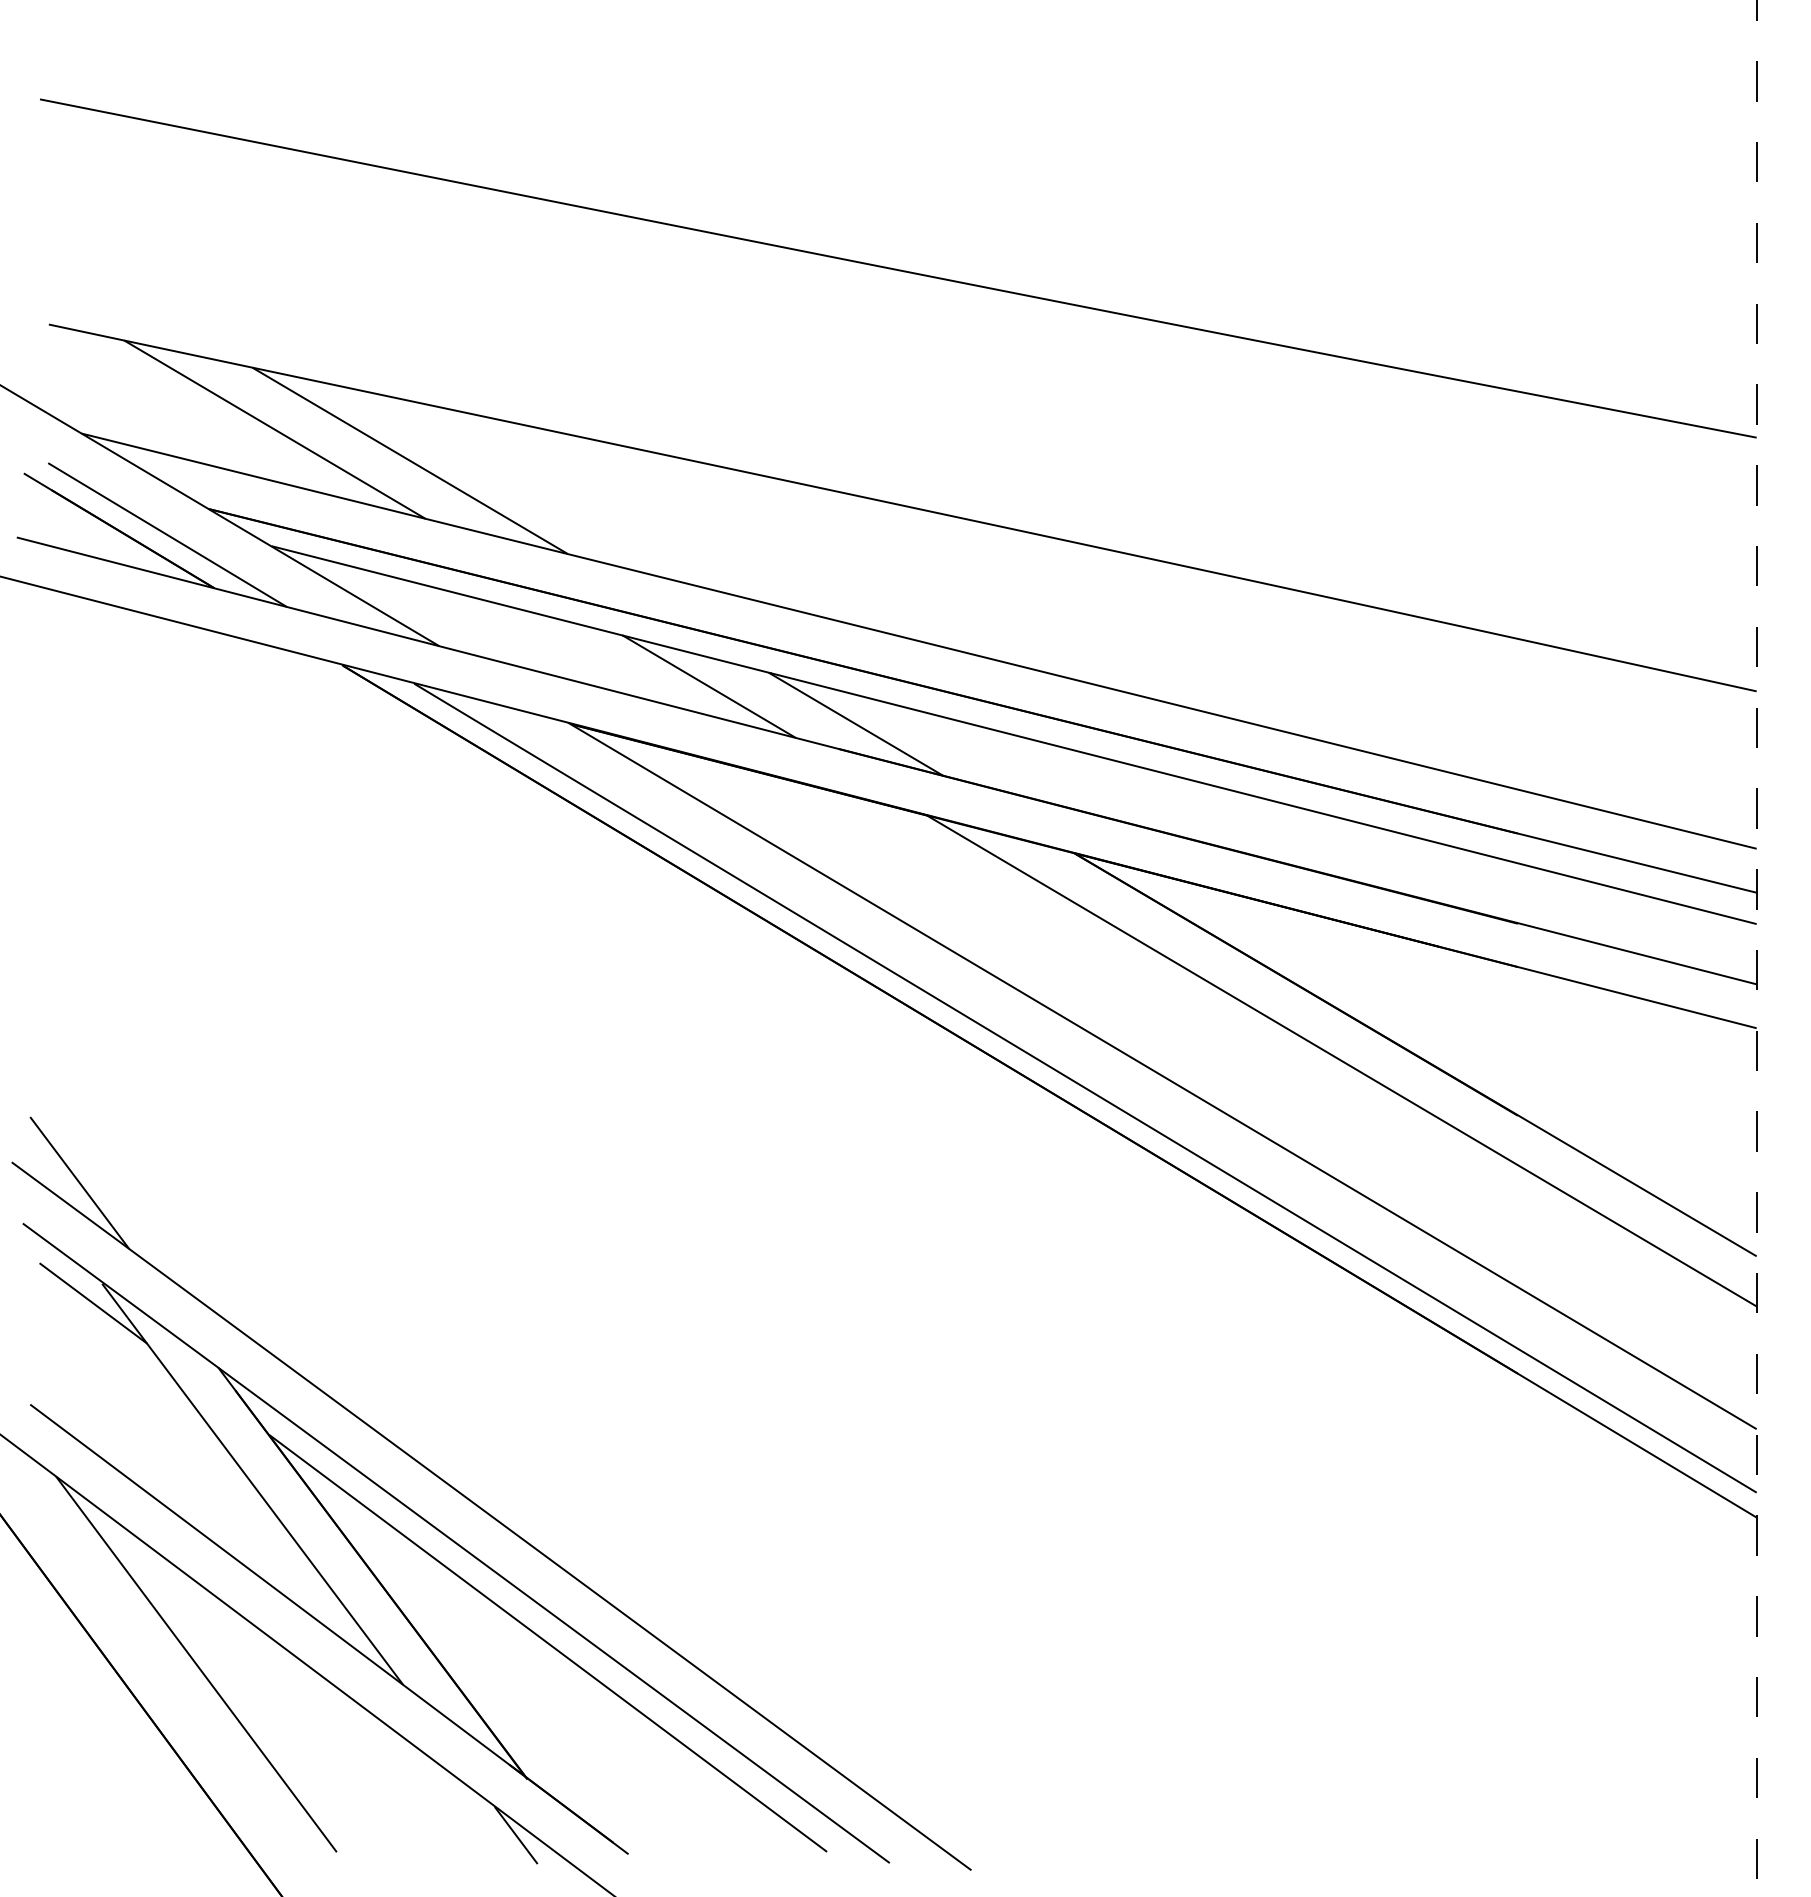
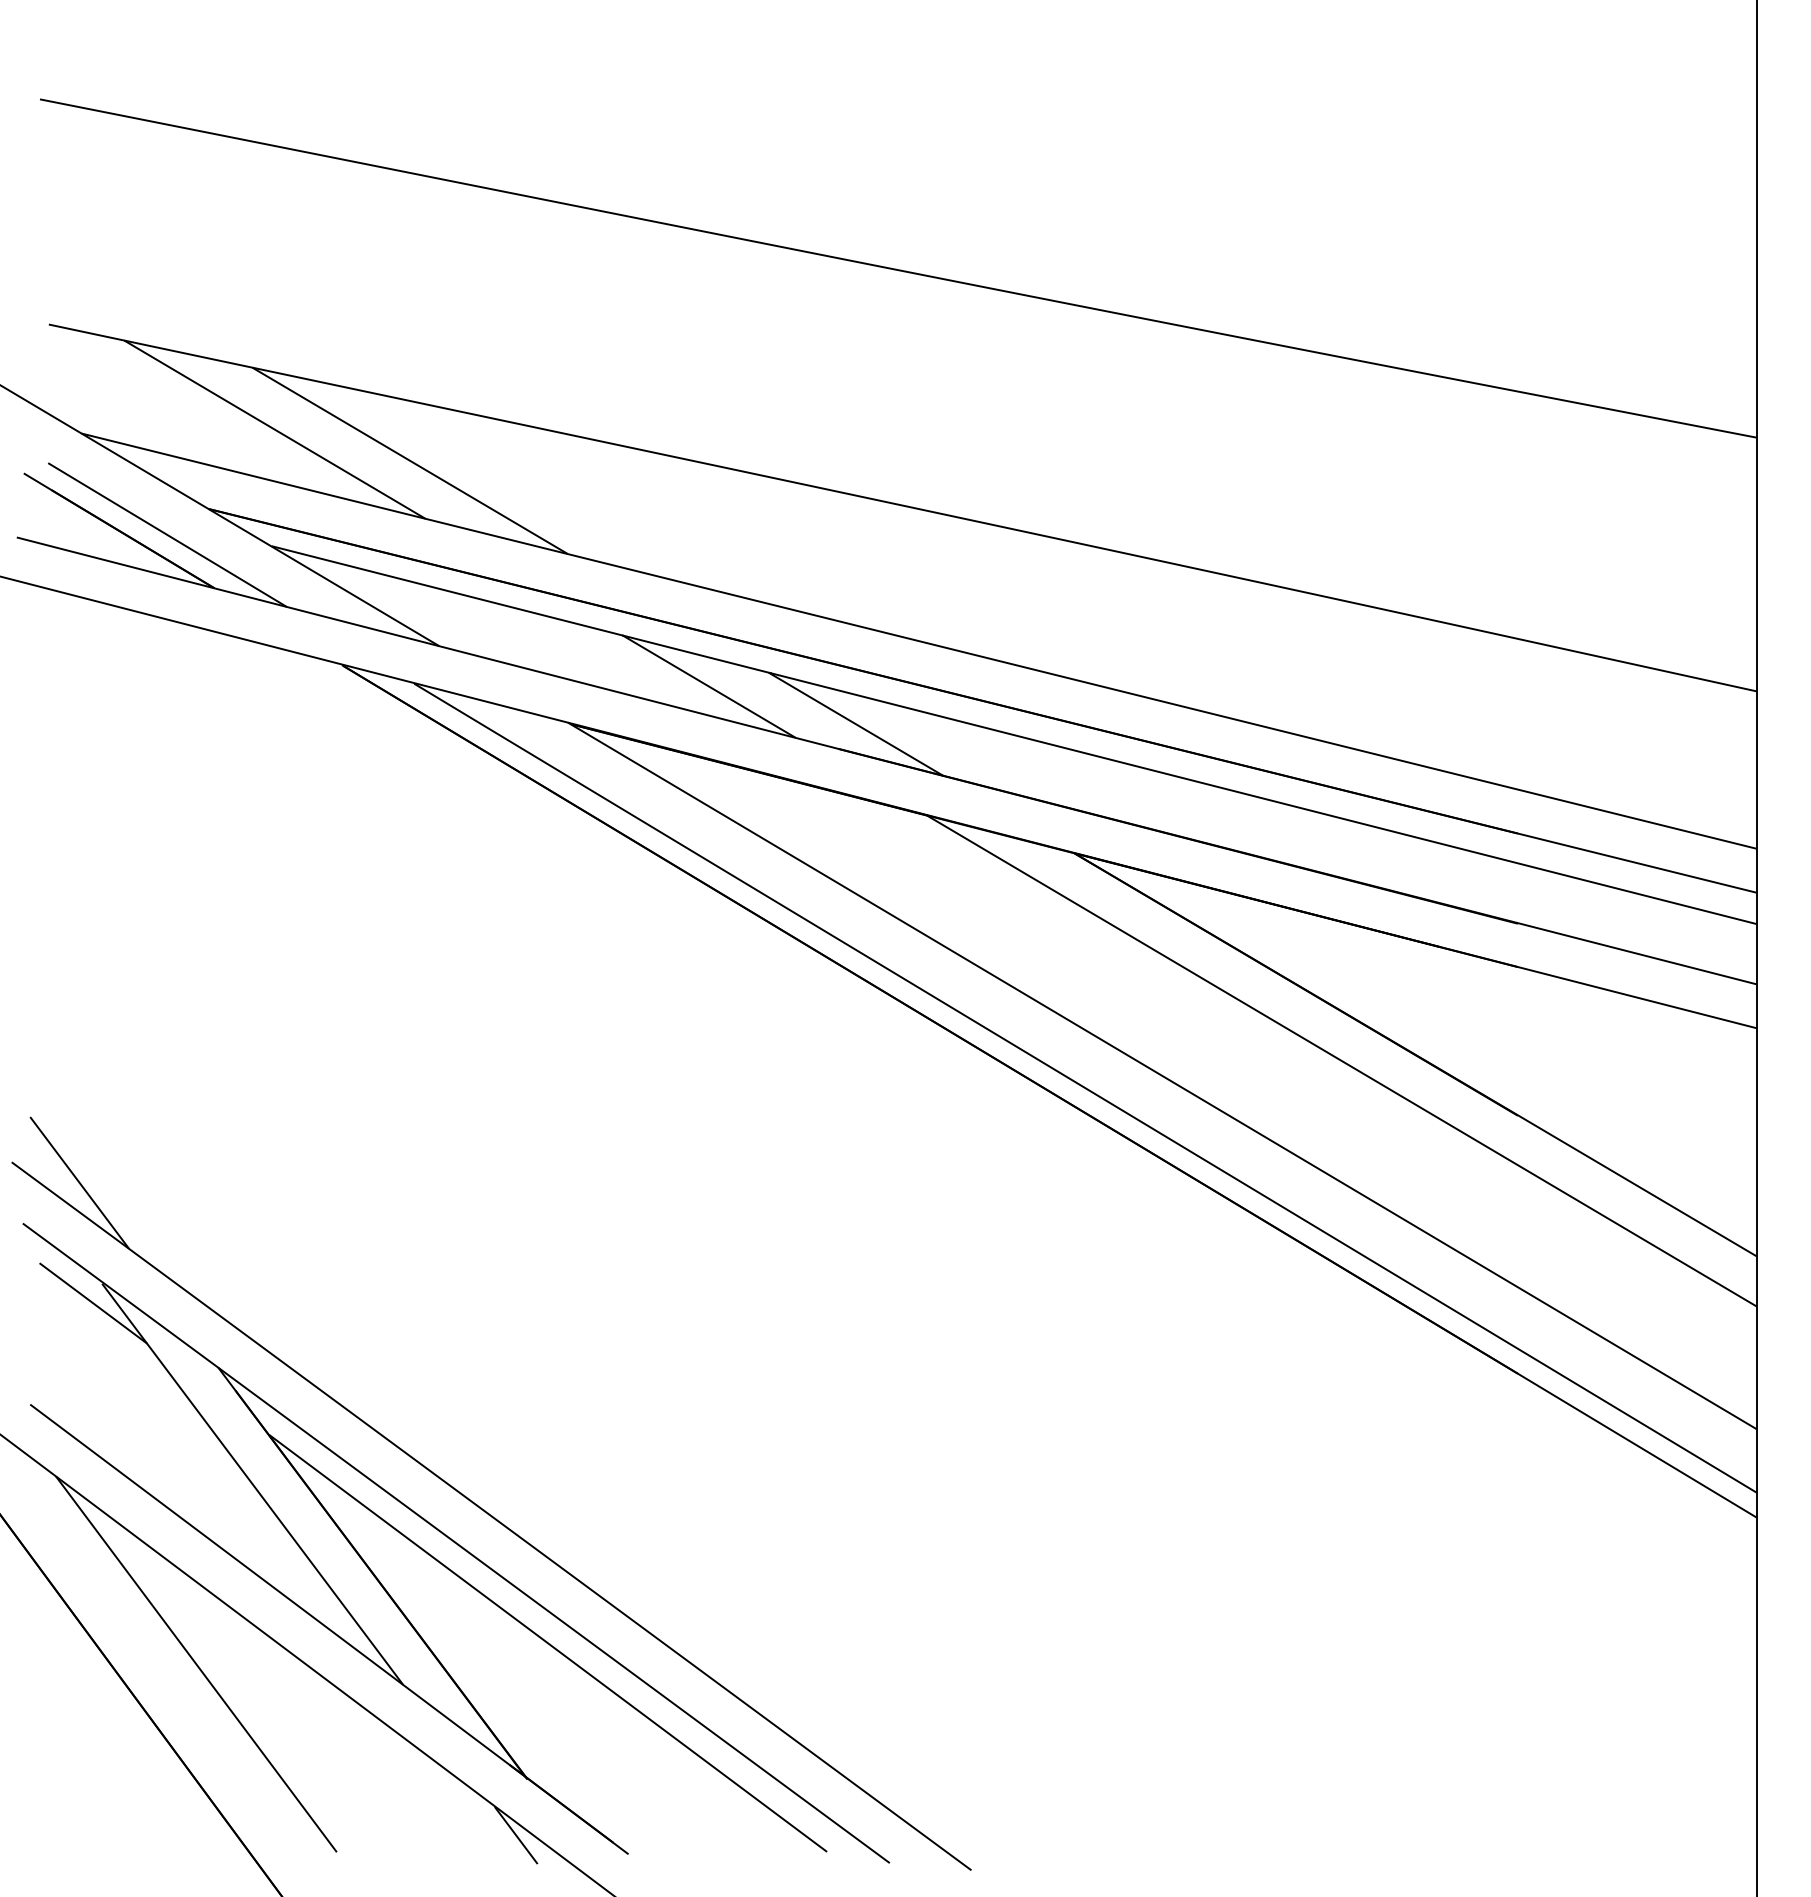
line at (1756, 949): dashed -> solid
